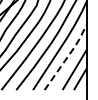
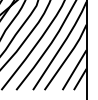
line at (67, 56): dashed -> solid
